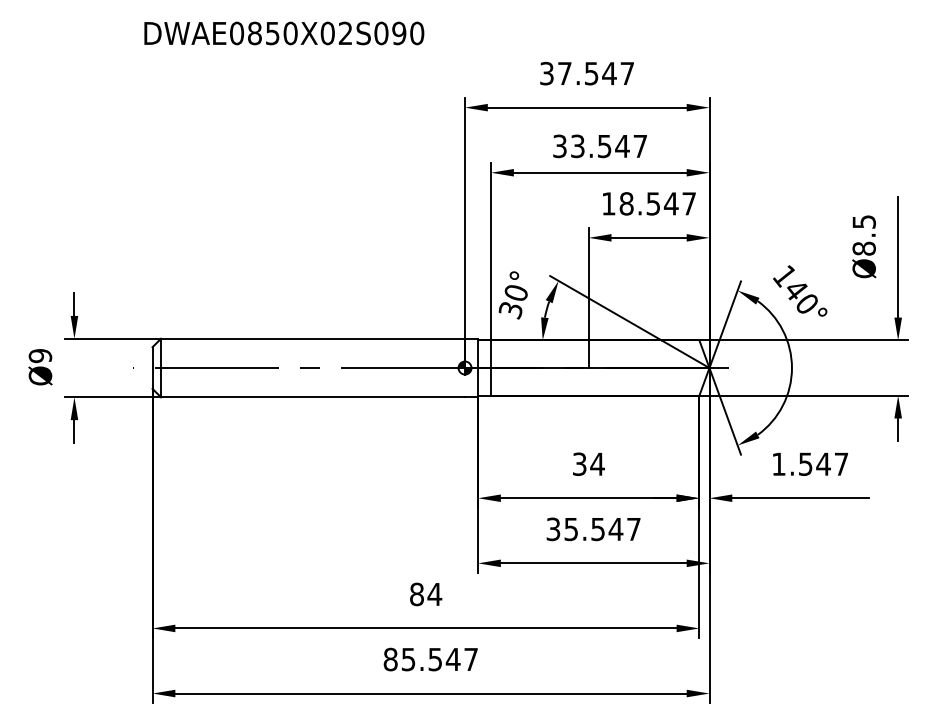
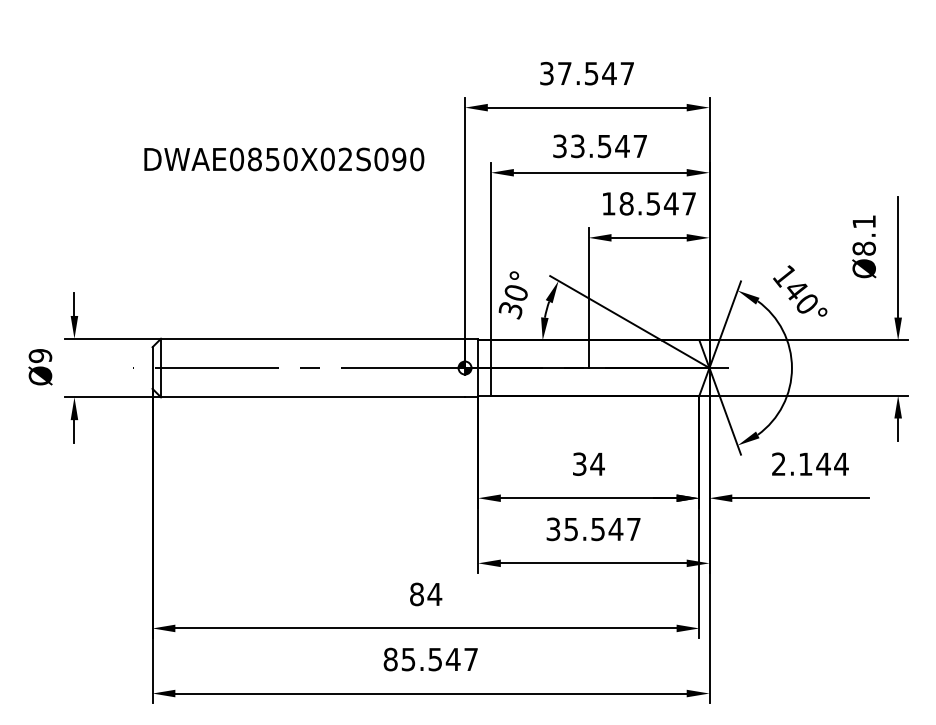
text at (284, 33) position: (284, 33) -> (284, 159)
text at (863, 221): Ø8.5 -> Ø8.1
text at (810, 463): 1.547 -> 2.144
